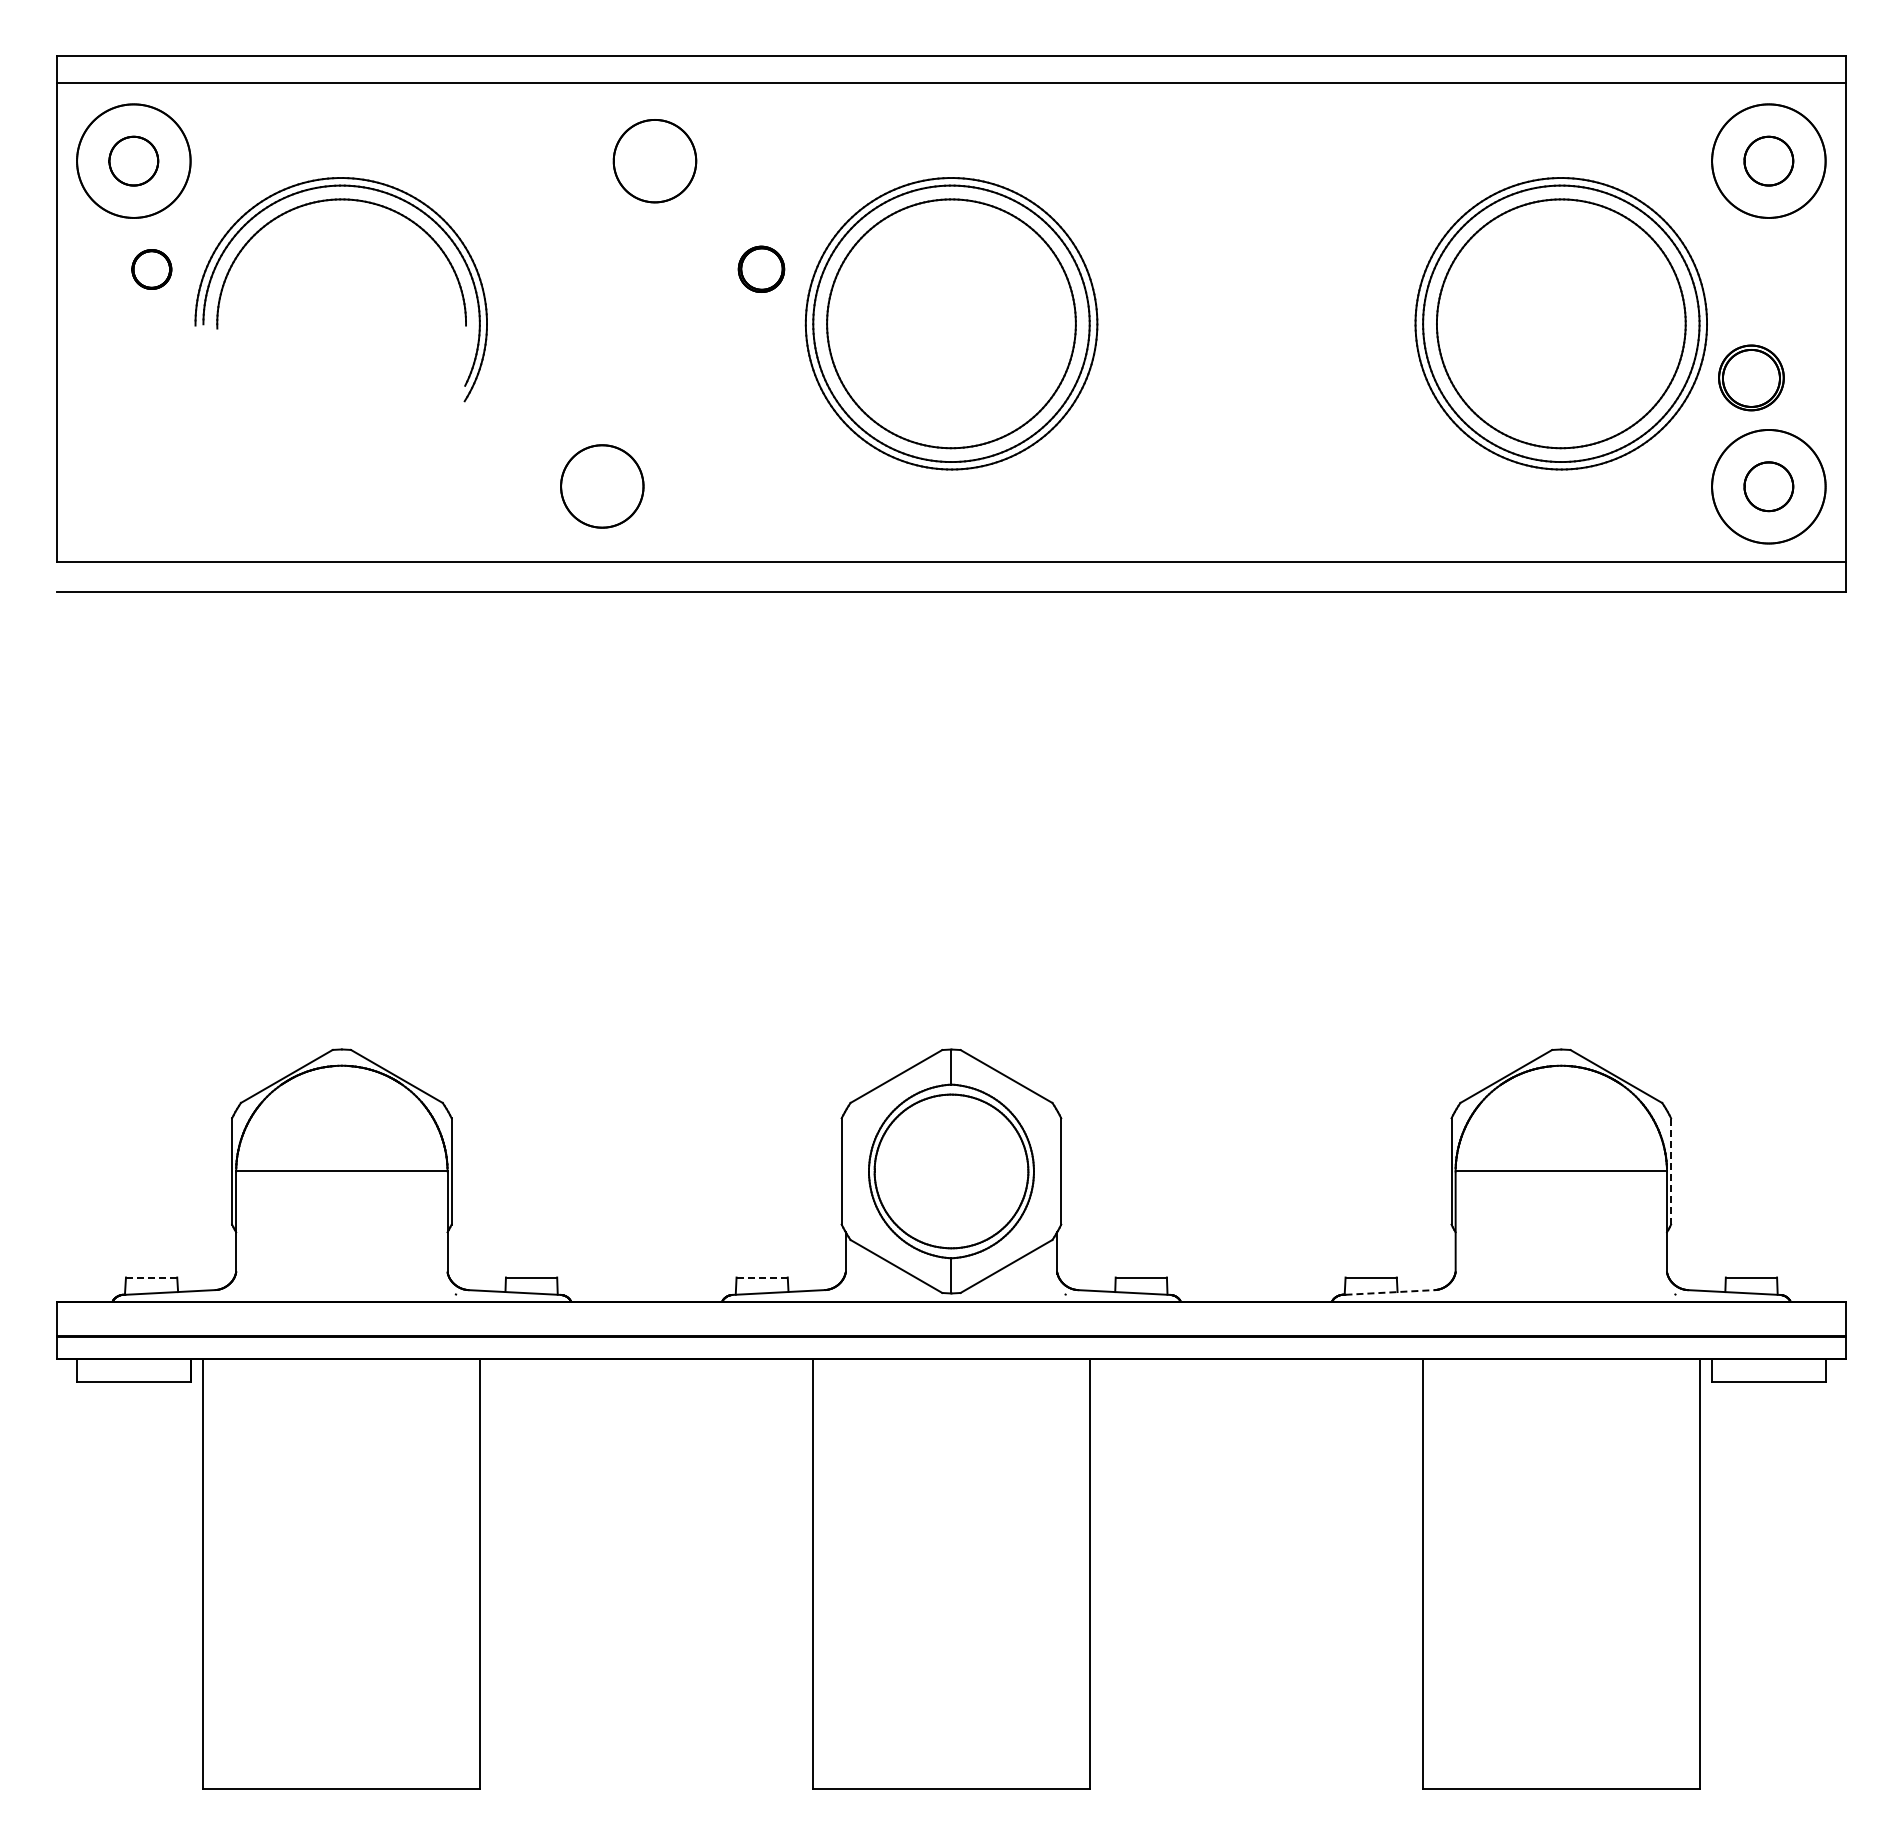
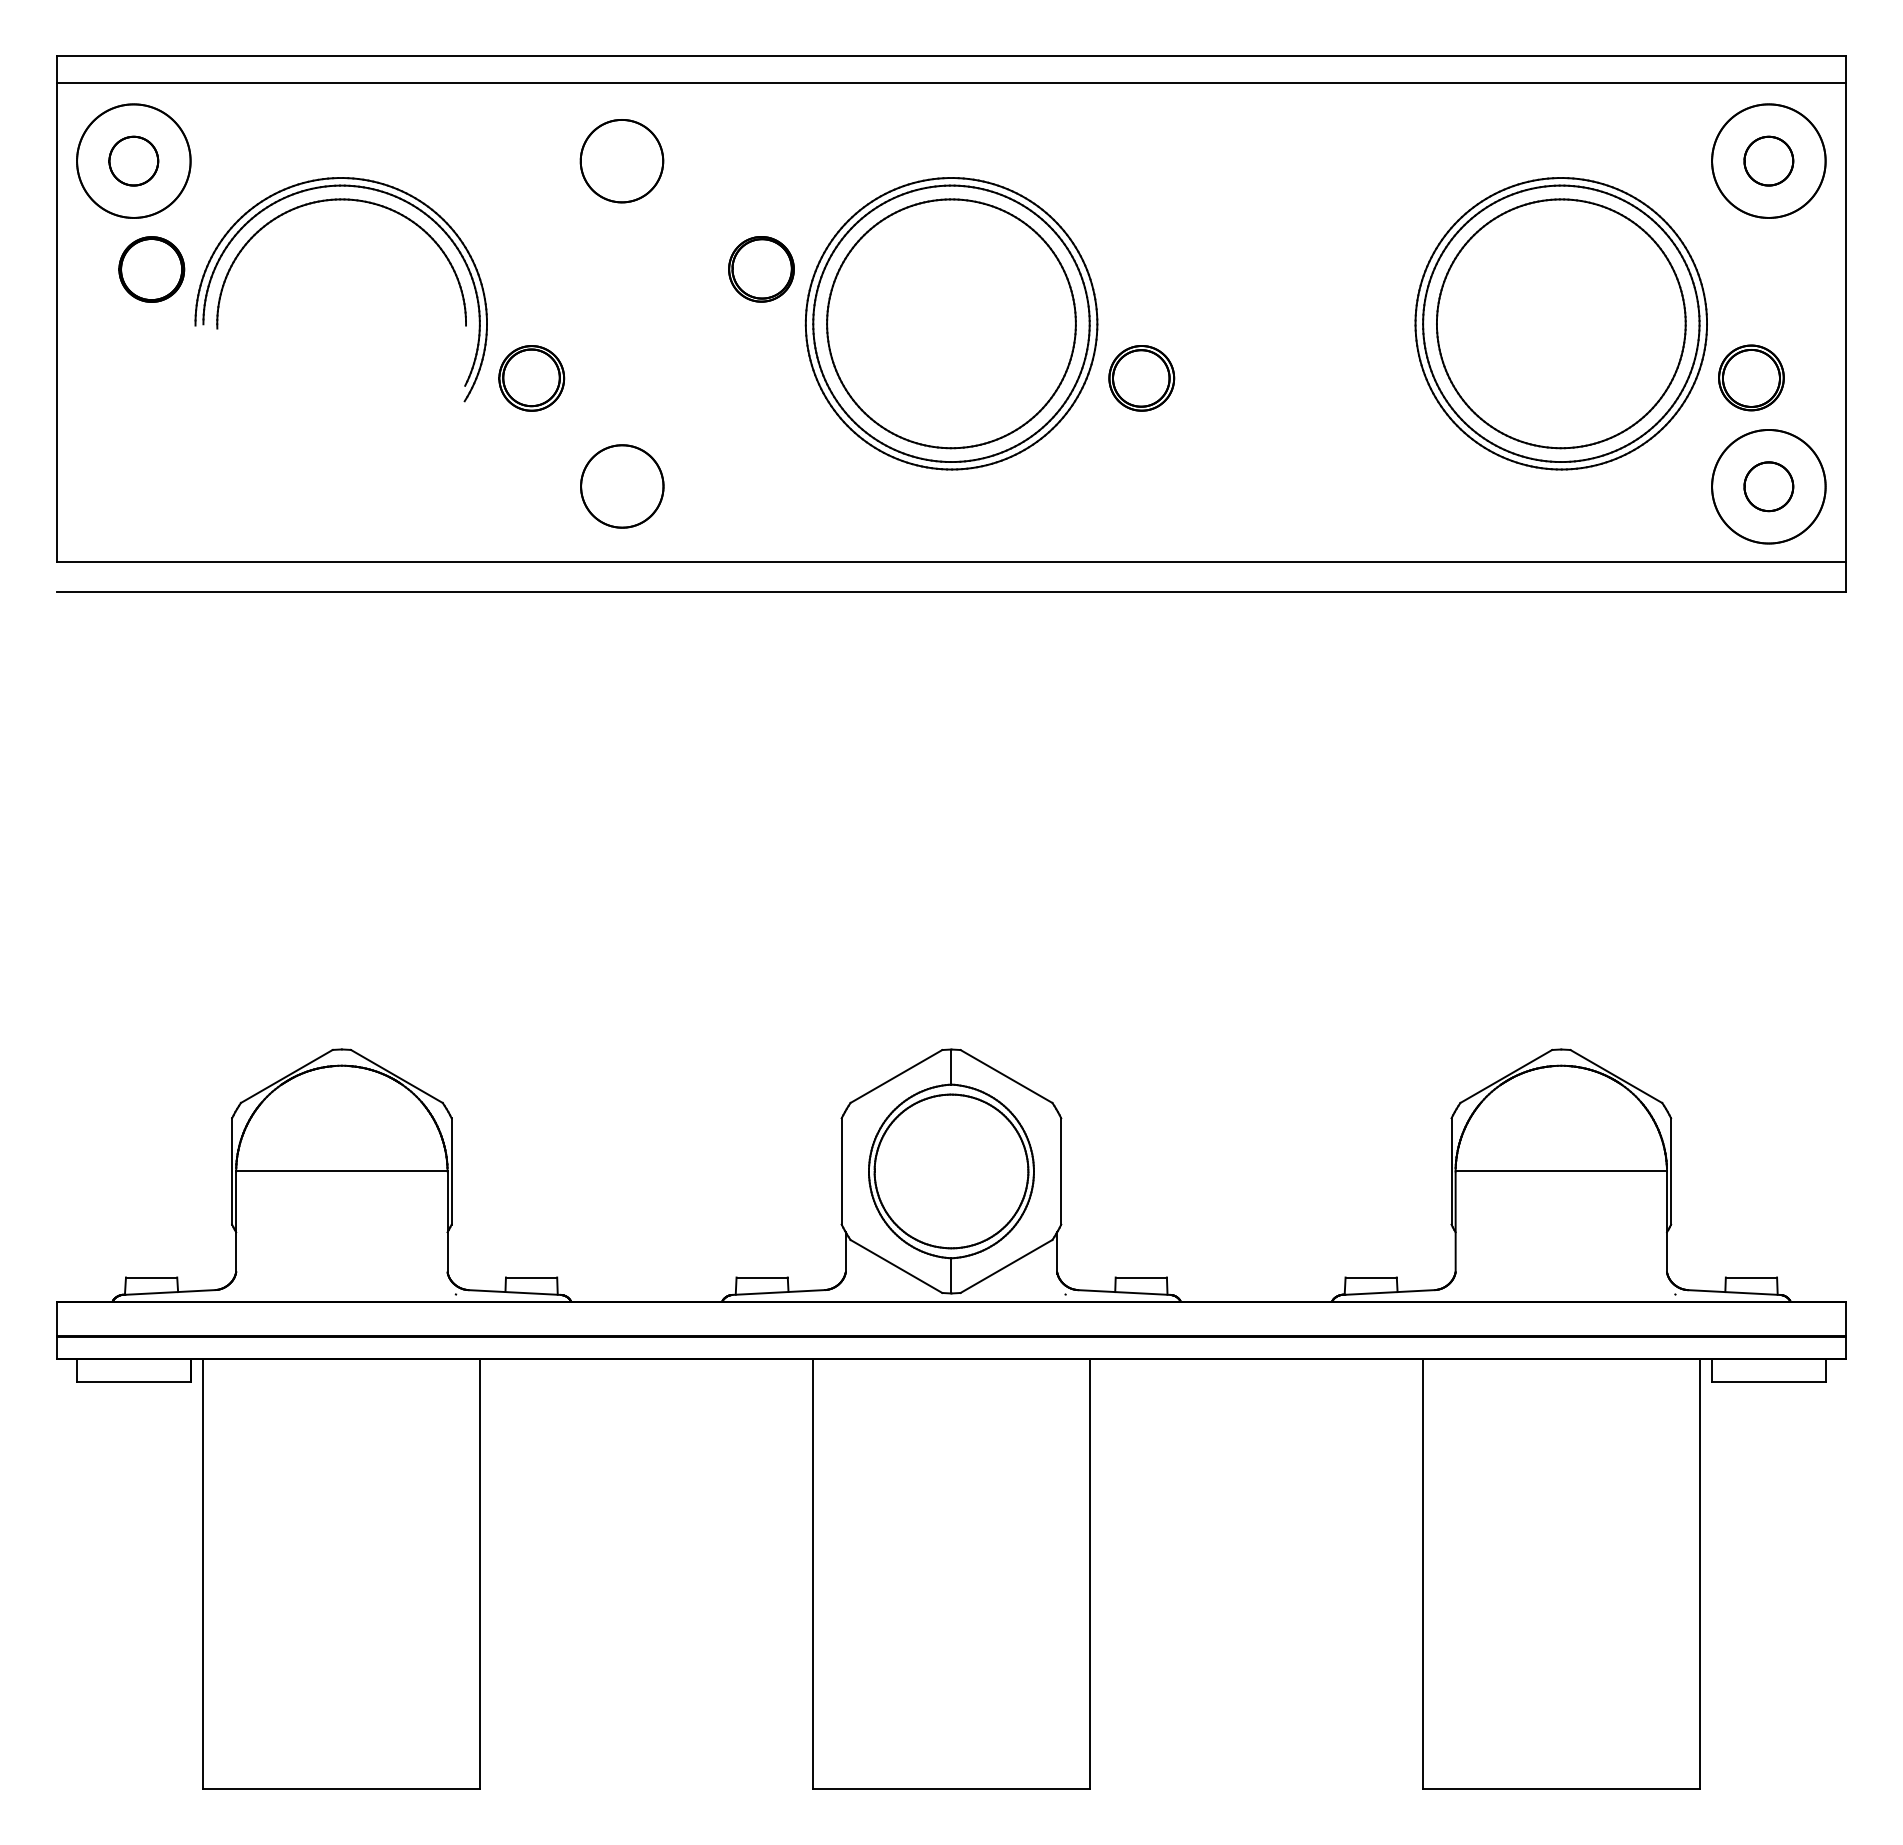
part at (654, 161) position: (654, 161) -> (621, 161)
part at (761, 268) size: 49x48 px -> 67x67 px
part at (151, 269) size: 42x41 px -> 68x67 px
part at (531, 378): none -> present
part at (1141, 378): none -> present
part at (602, 486) position: (602, 486) -> (622, 486)
line at (1671, 1170): dashed -> solid
line at (151, 1277): dashed -> solid
line at (762, 1277): dashed -> solid
line at (1390, 1292): dashed -> solid
